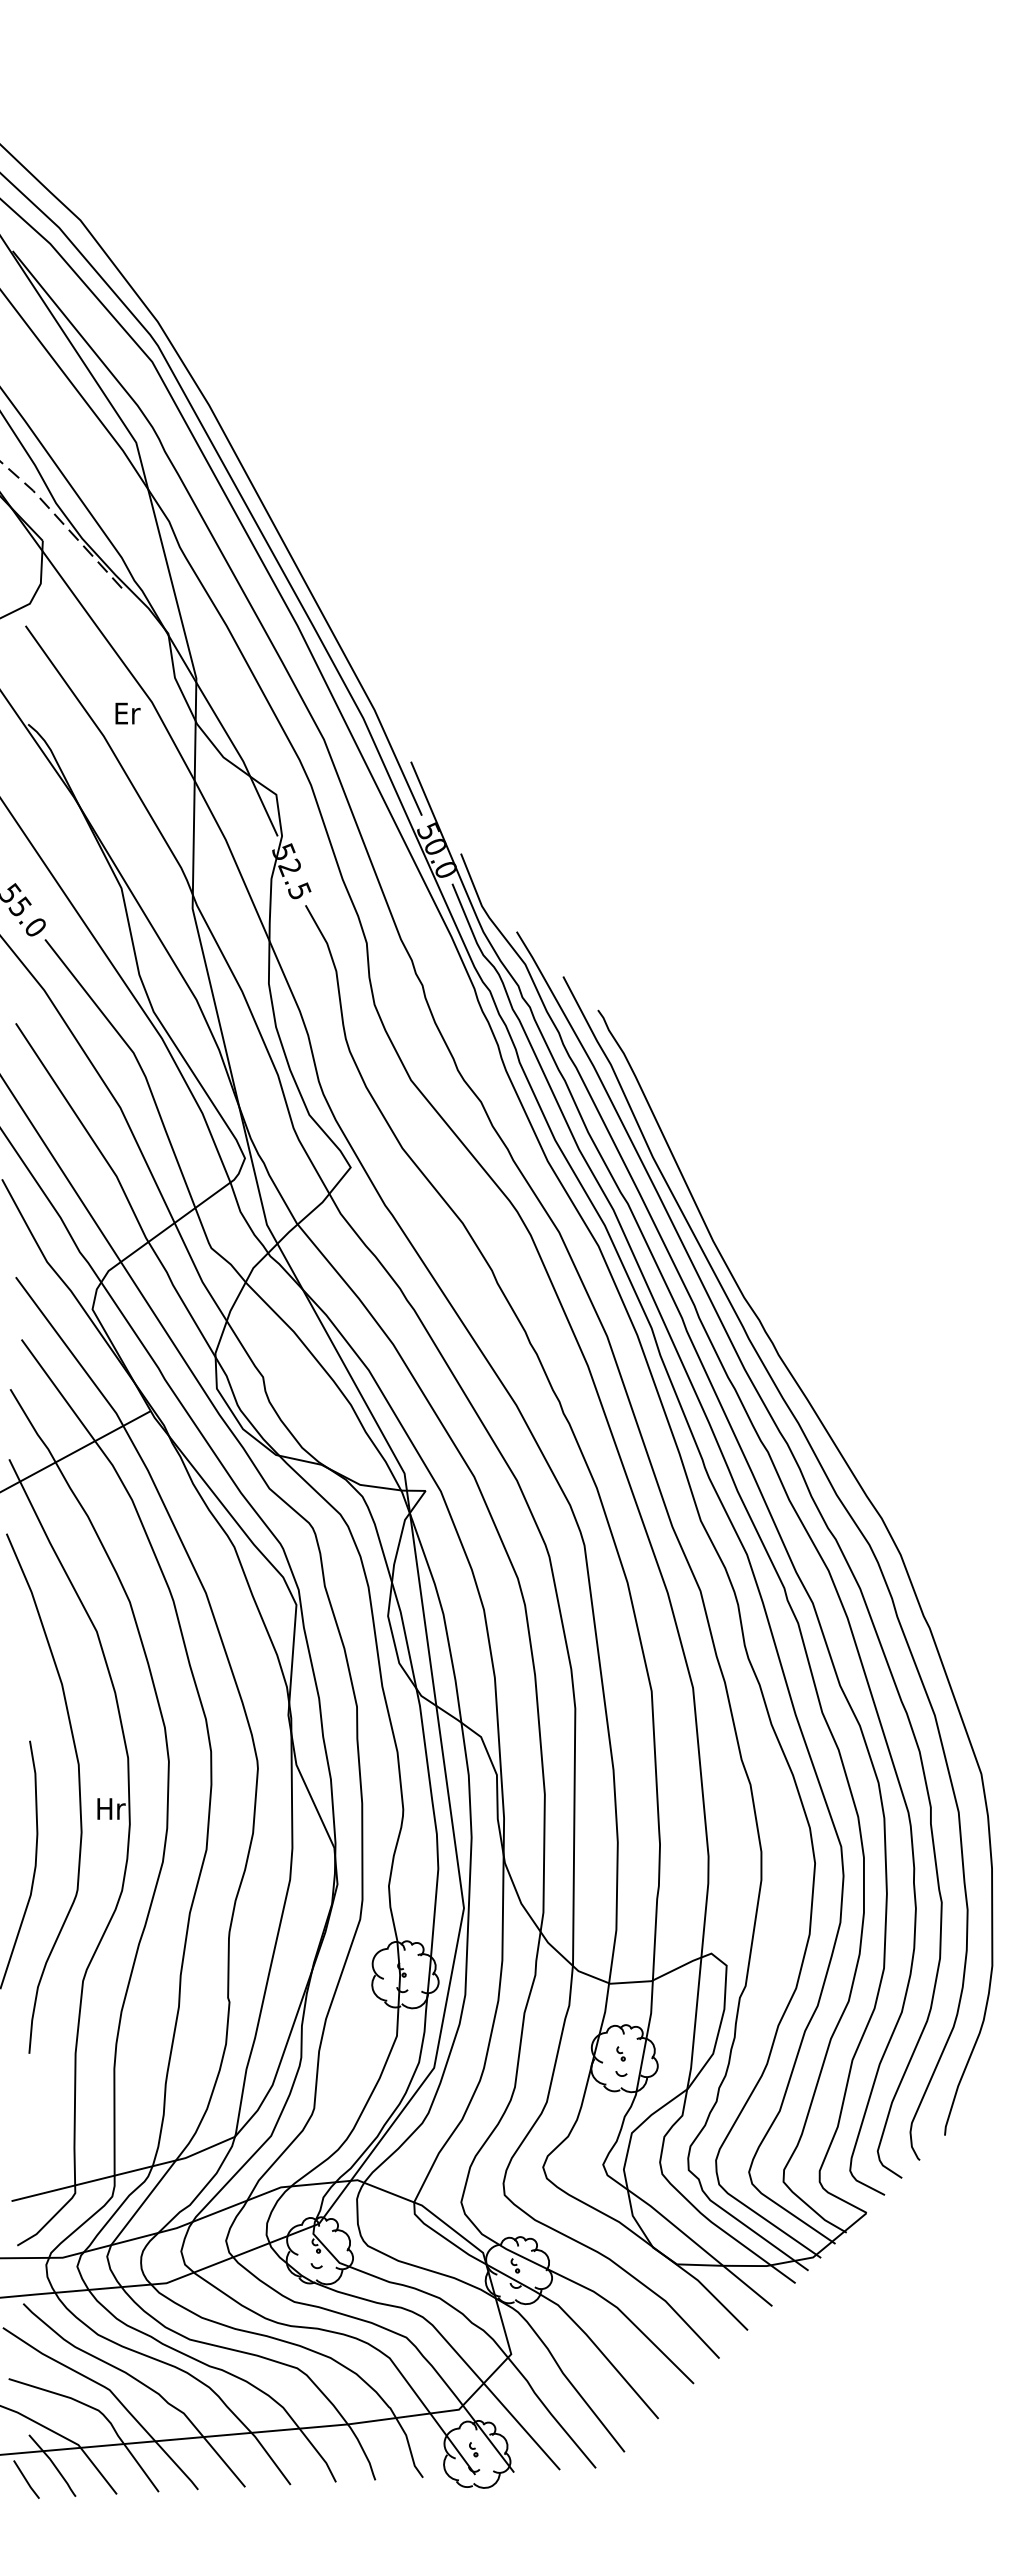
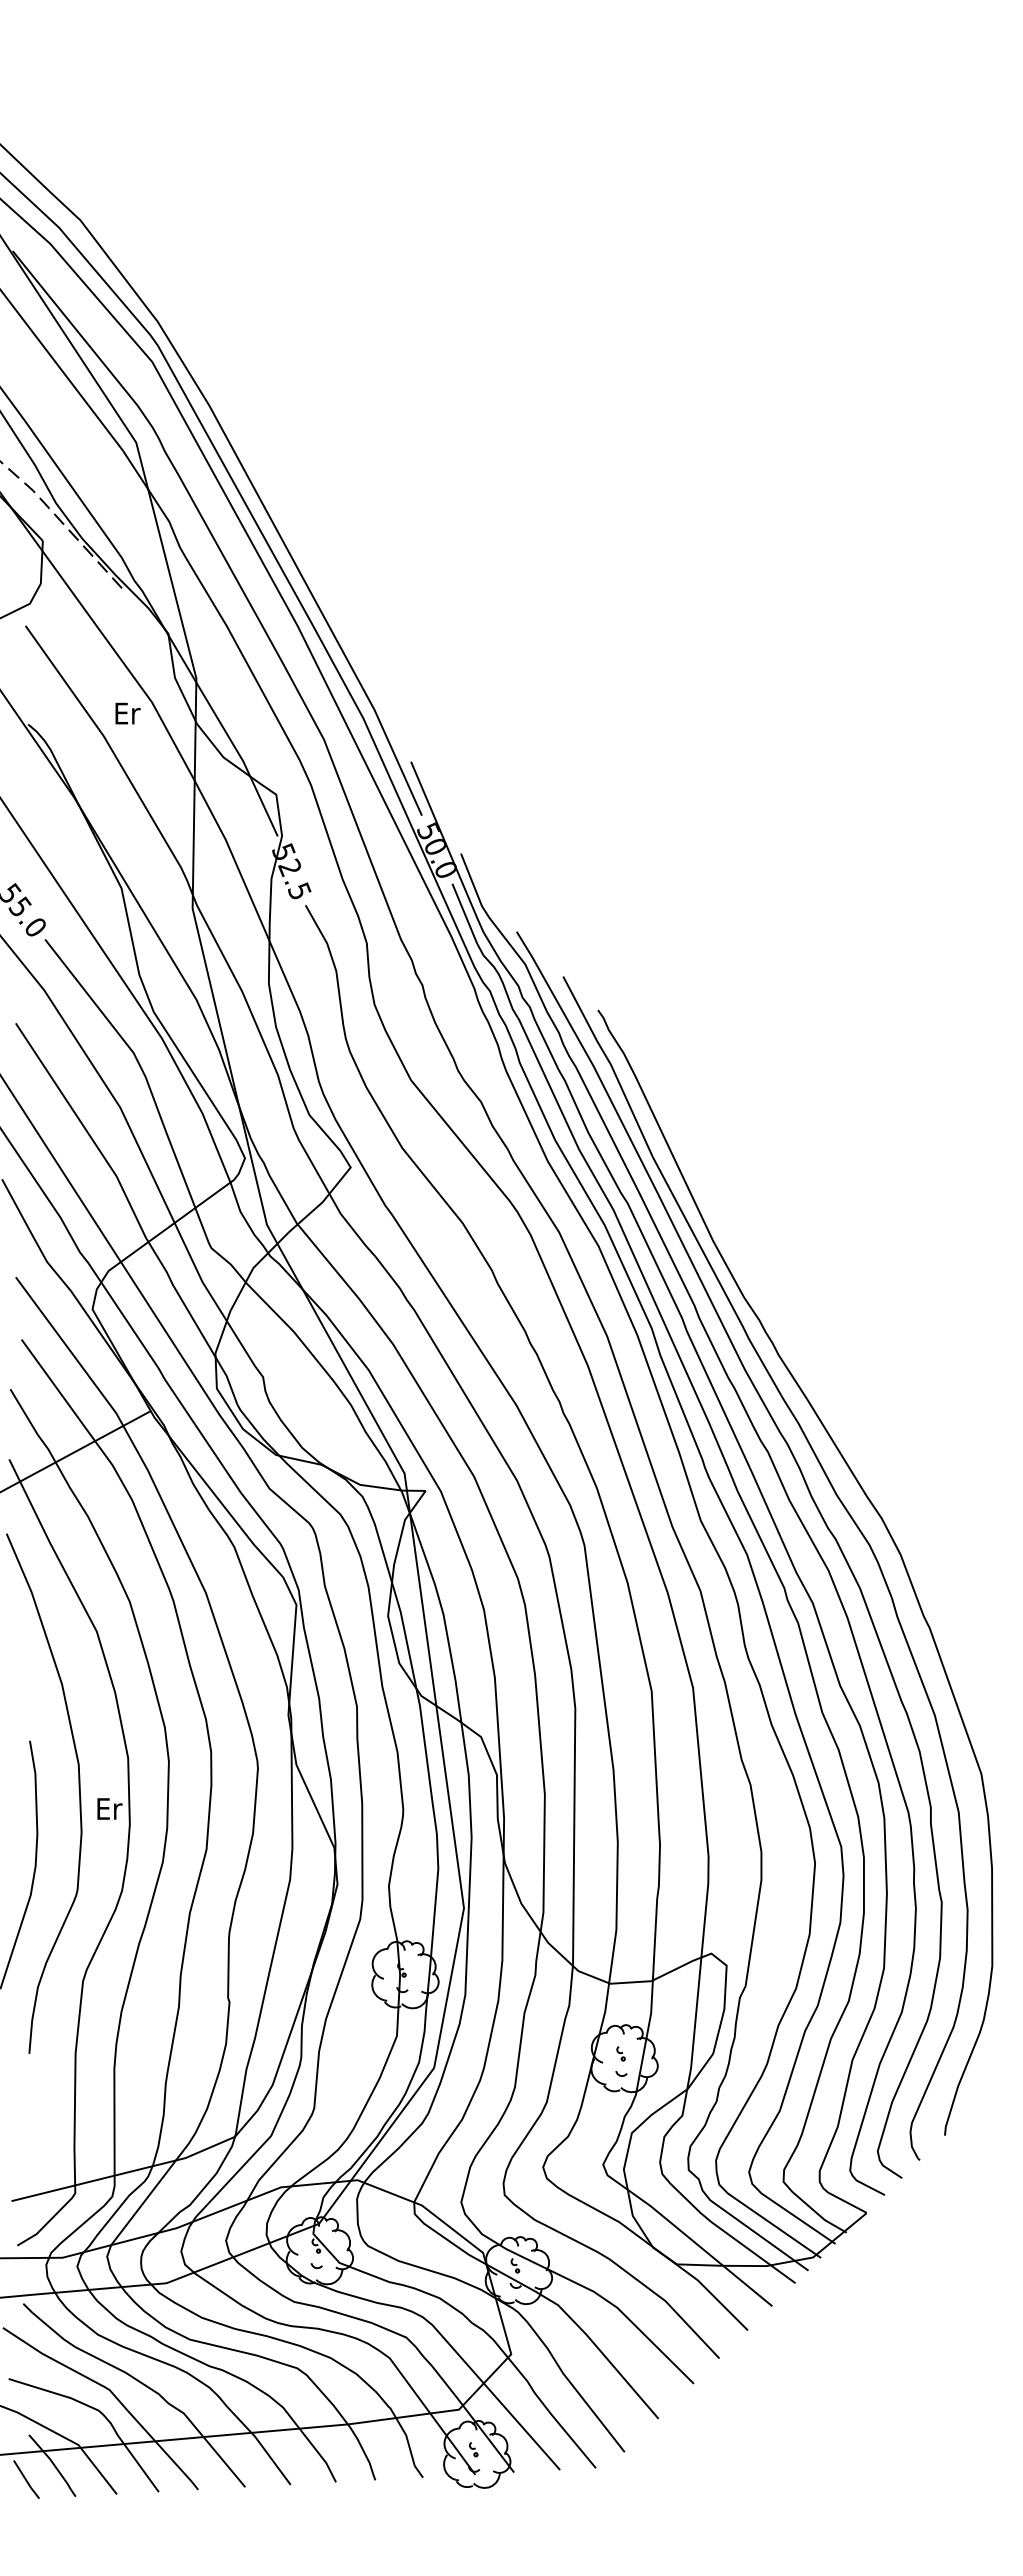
text at (112, 1808): Hr -> Er
